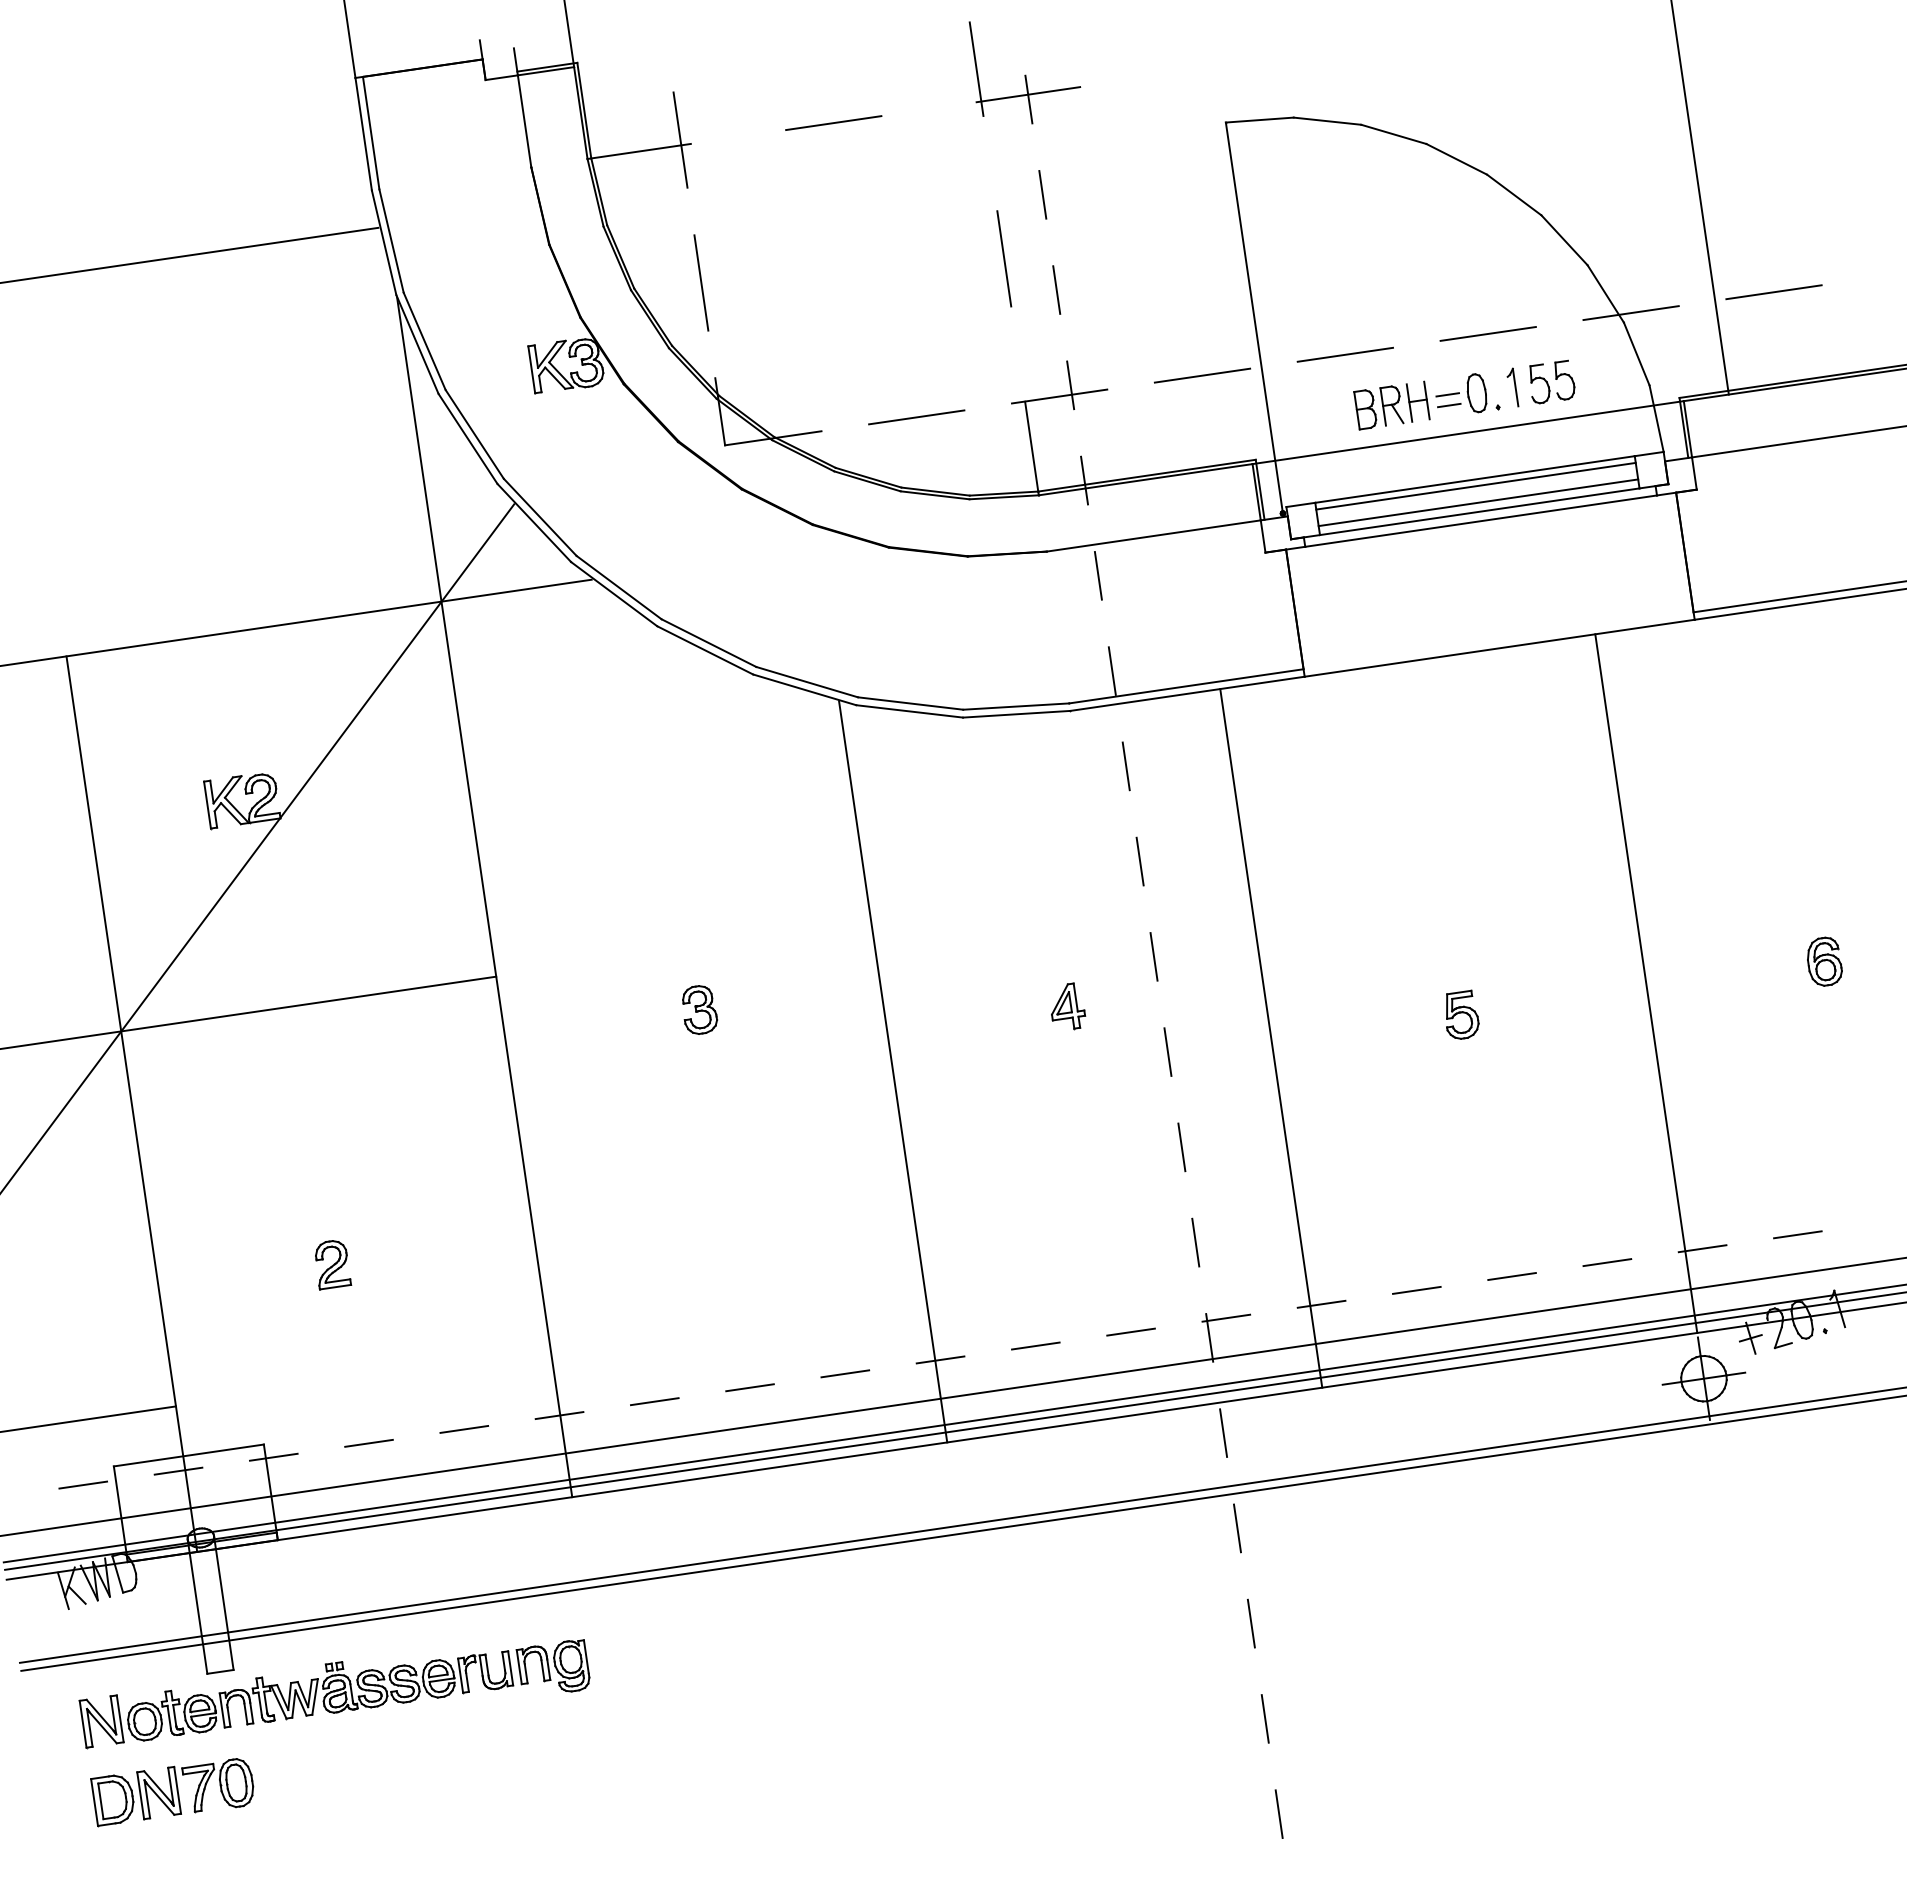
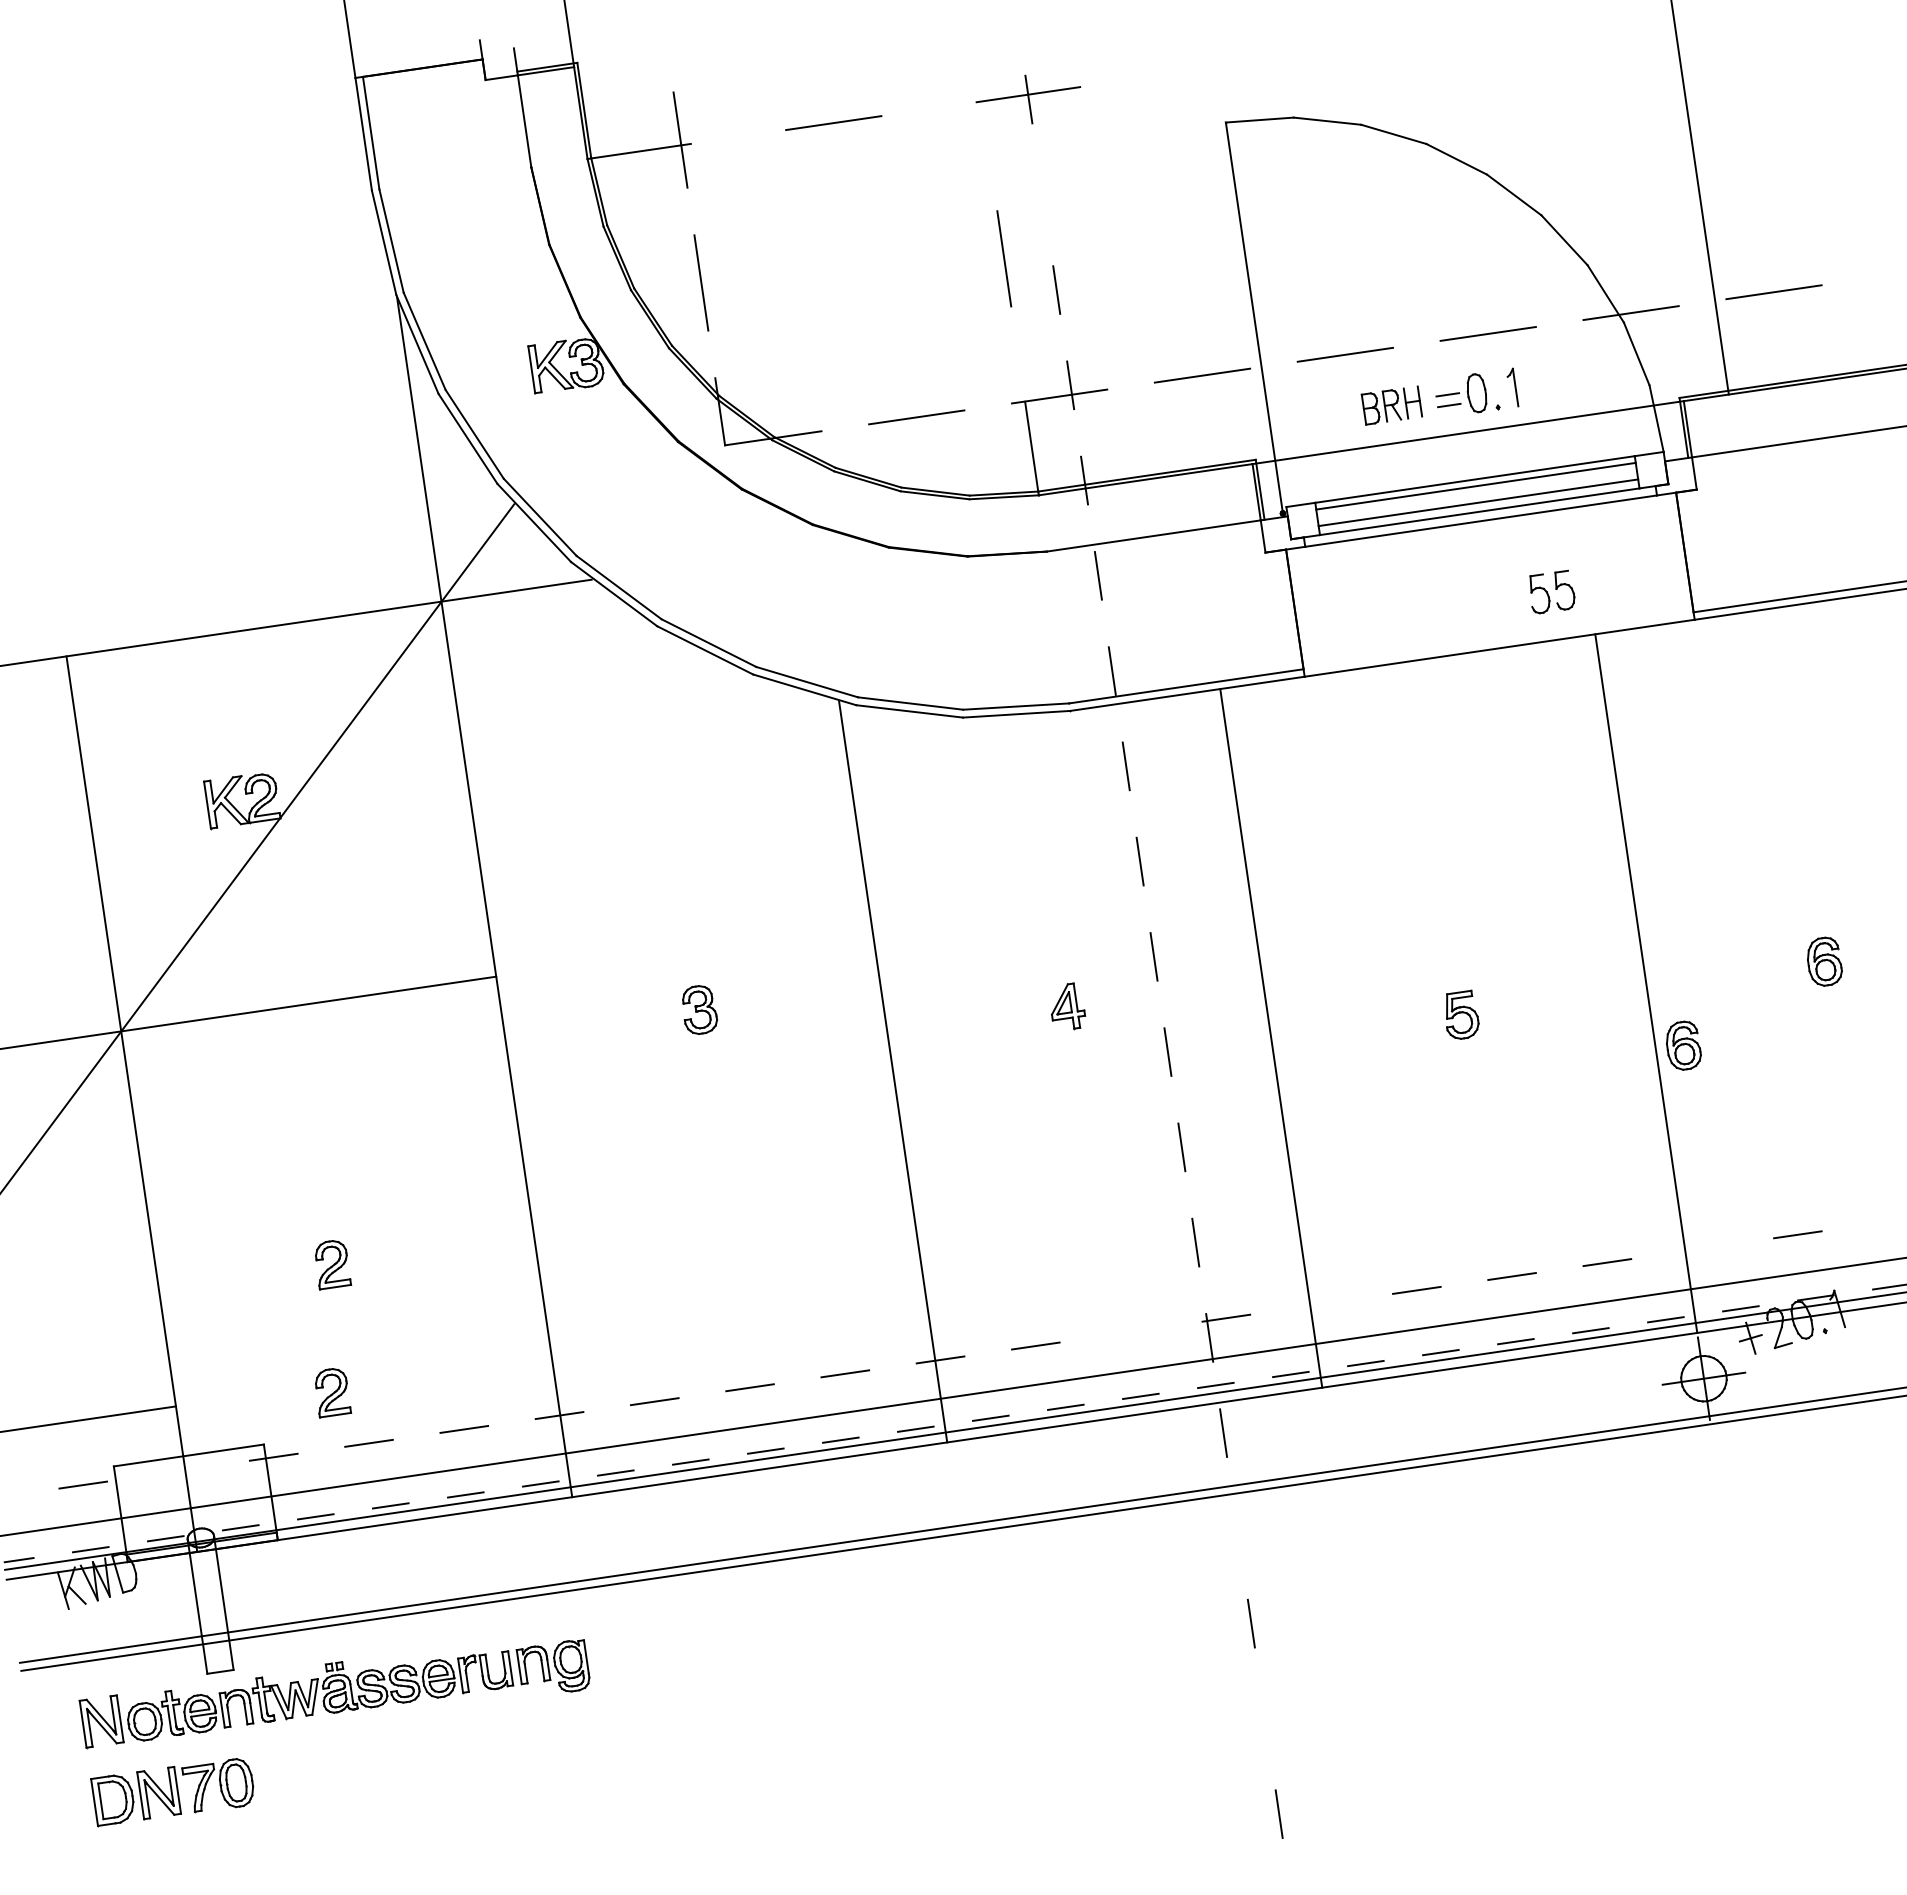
line at (976, 68): present -> none
line at (1042, 194): present -> none
line at (190, 254): present -> none
part at (1552, 381) position: (1552, 381) -> (1552, 591)
part at (1391, 405) size: 78x51 px -> 63x41 px
part at (1683, 1045): none -> present
line at (1702, 1248): present -> none
line at (1321, 1303): present -> none
line at (1130, 1331): present -> none
part at (333, 1393): none -> present
line at (954, 1423): solid -> dashed
line at (178, 1470): present -> none
line at (1236, 1528): present -> none
line at (1264, 1718): present -> none
